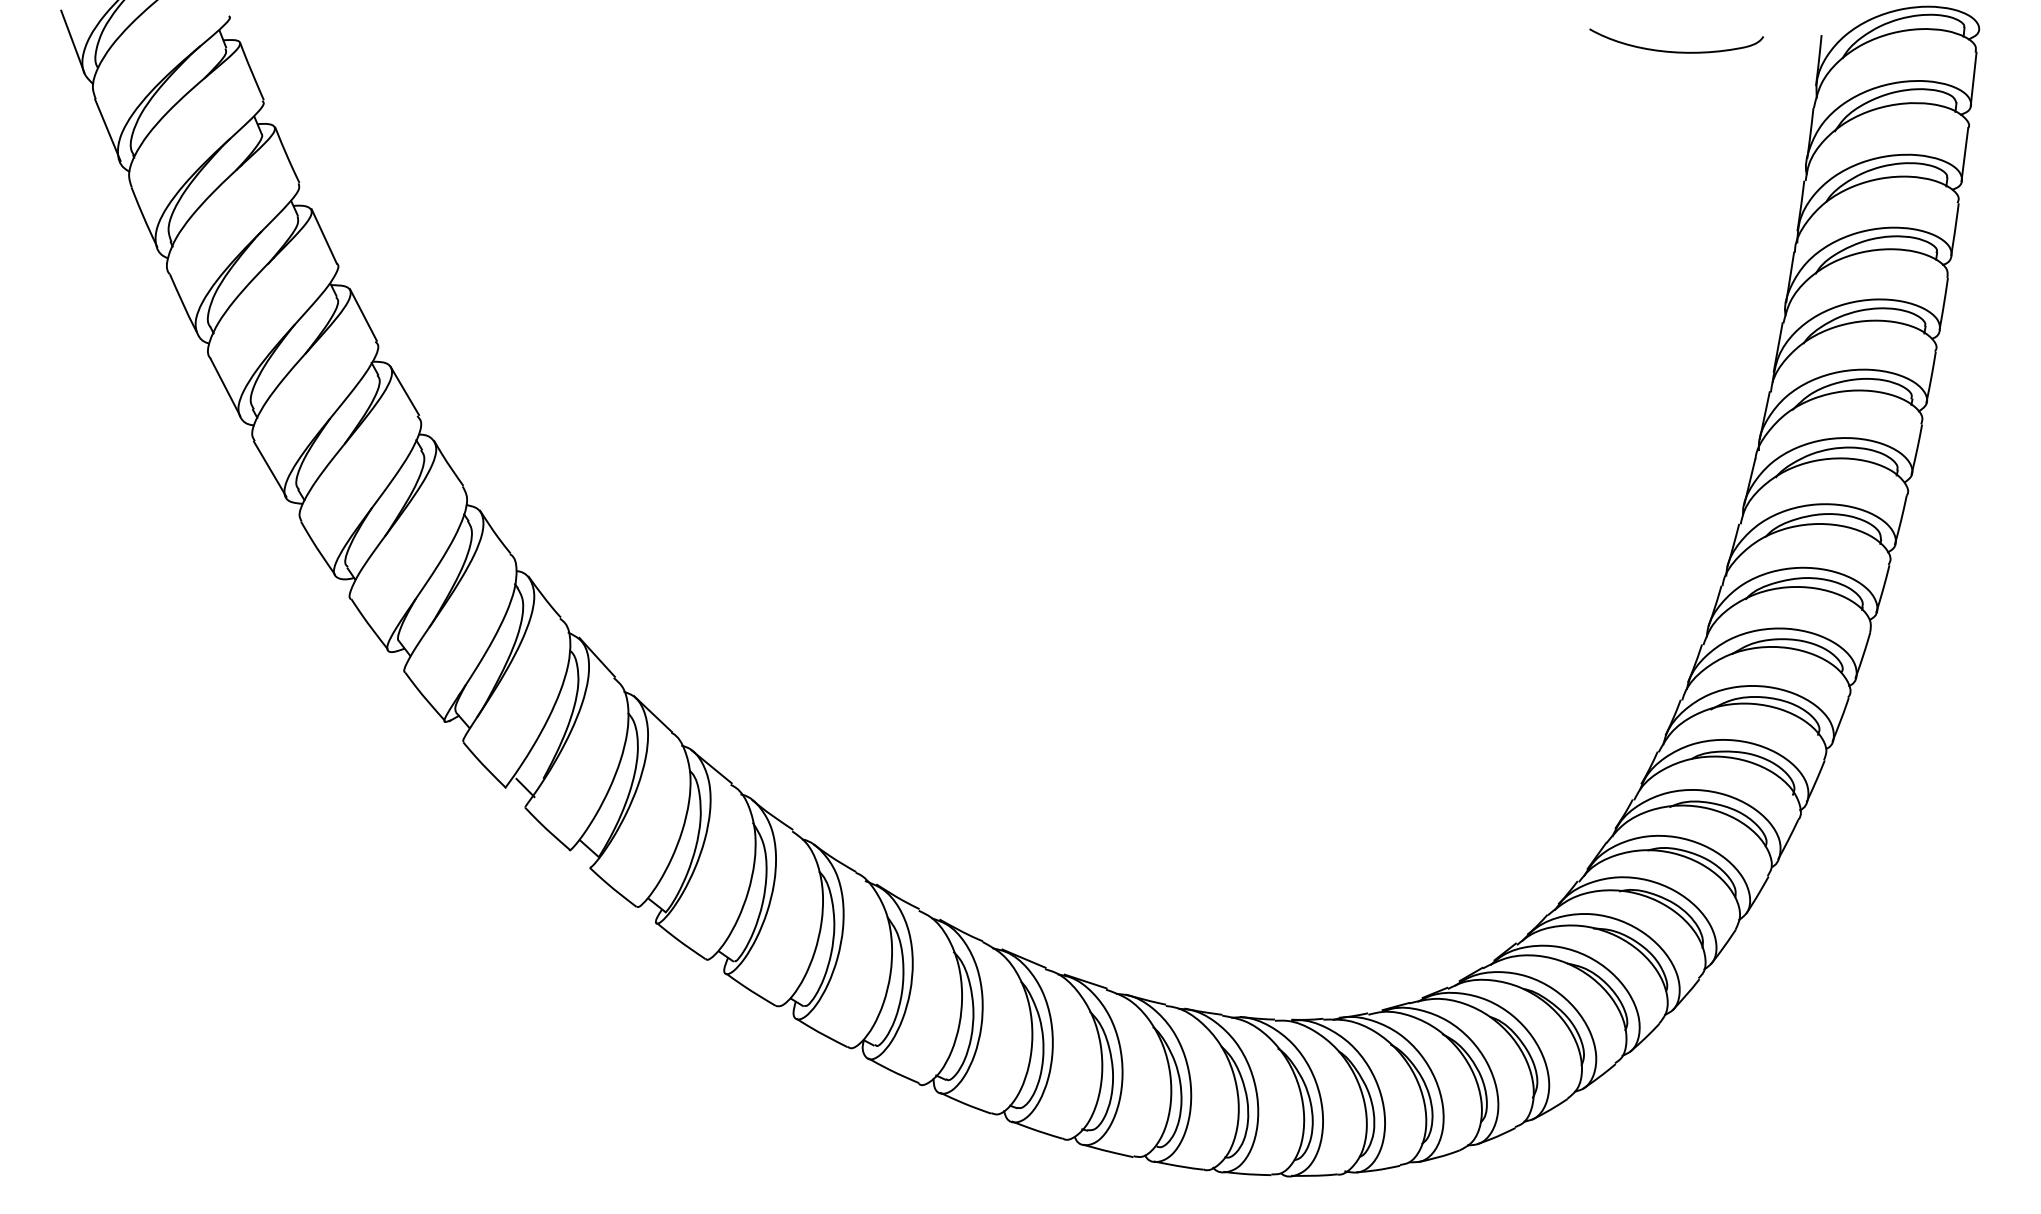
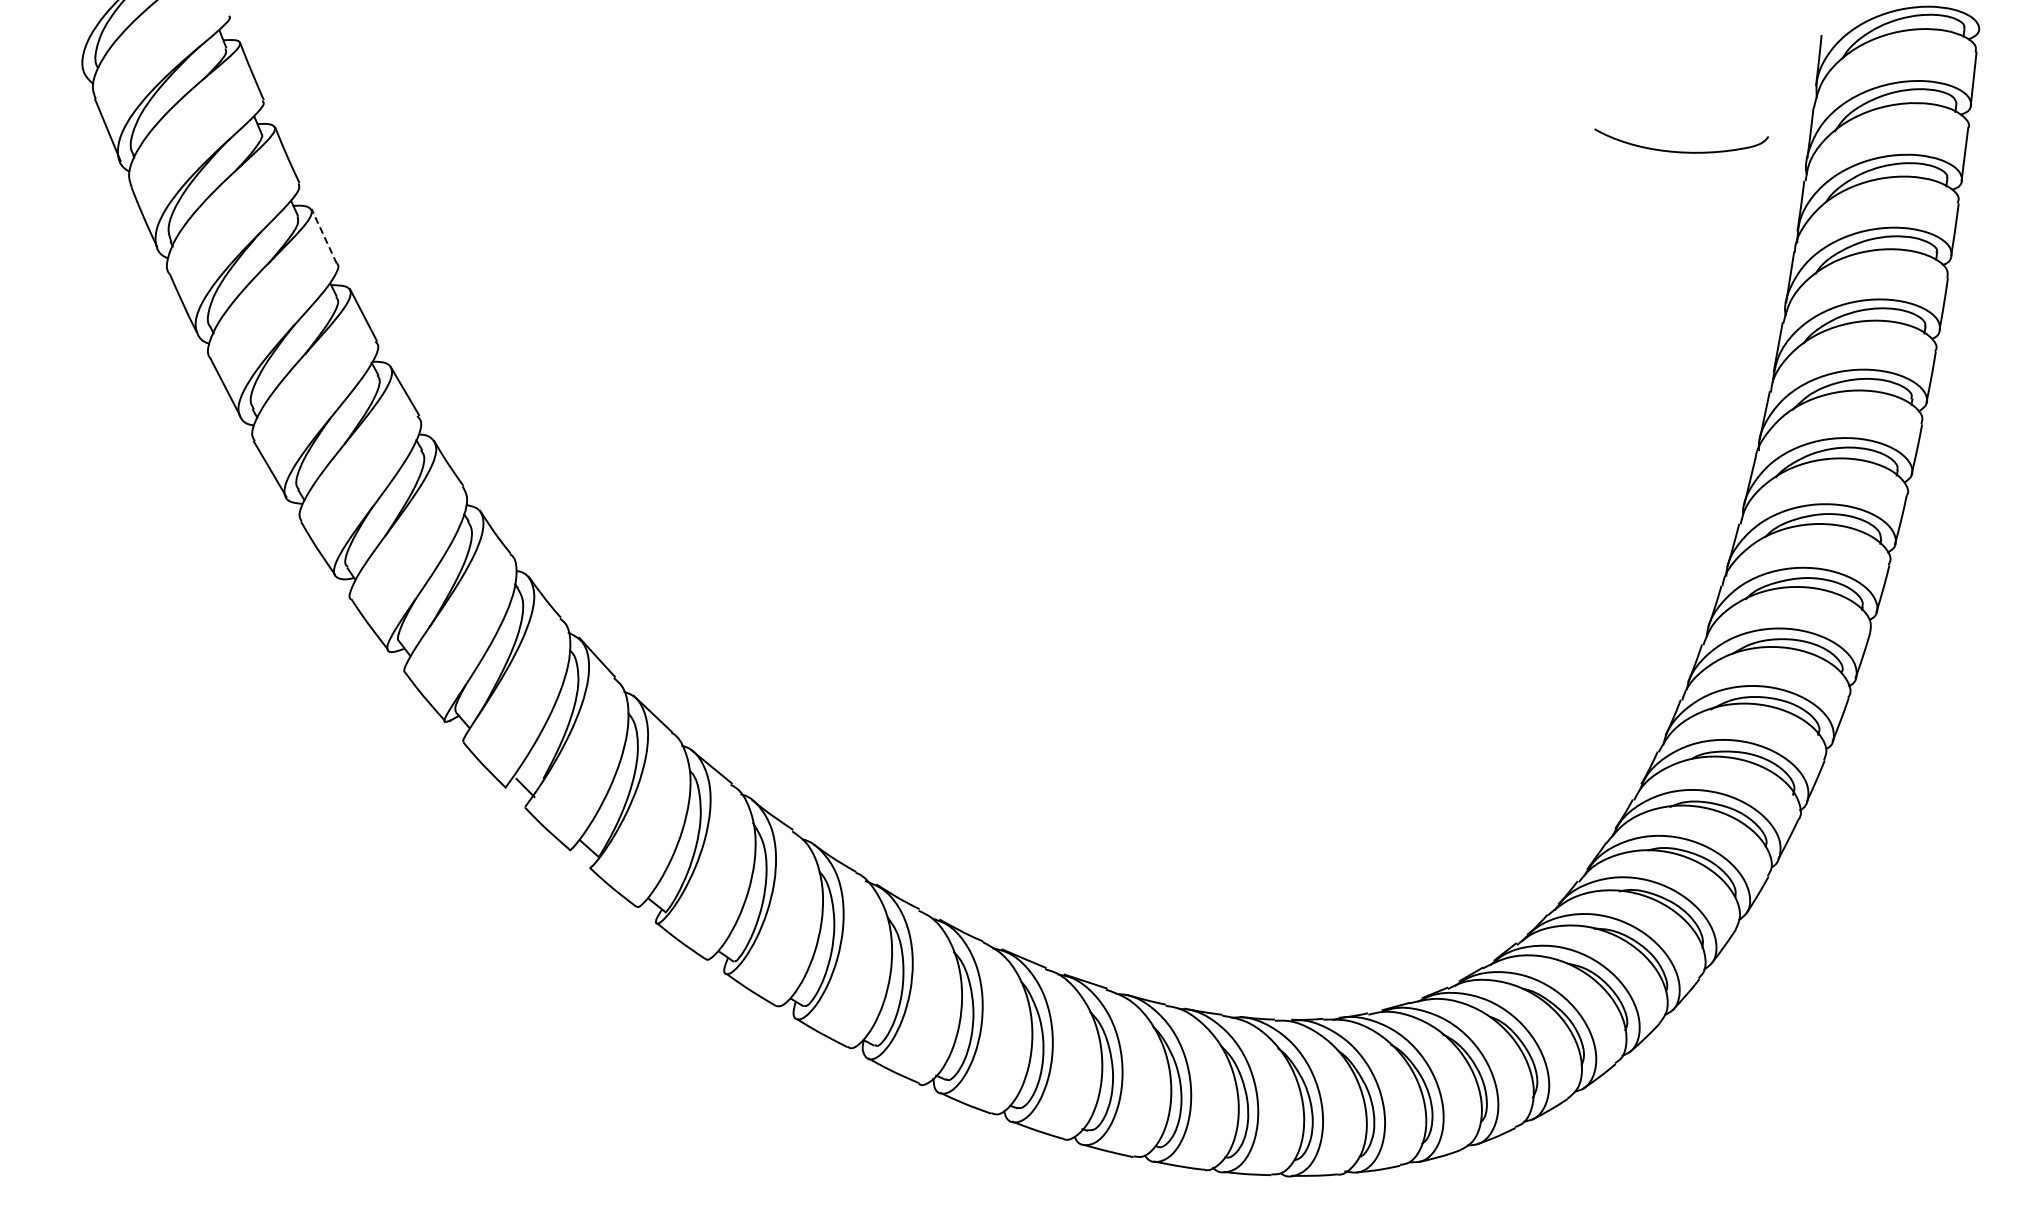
line at (72, 41): present -> none
part at (1676, 51) position: (1676, 51) -> (1681, 151)
line at (324, 236): solid -> dashed
